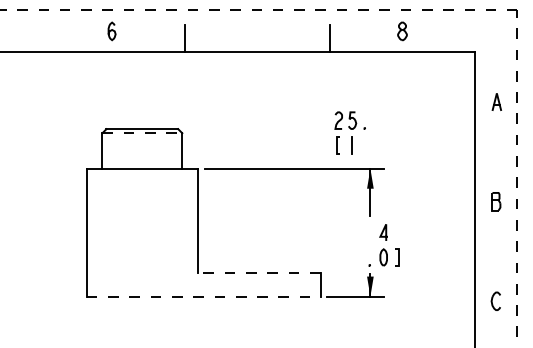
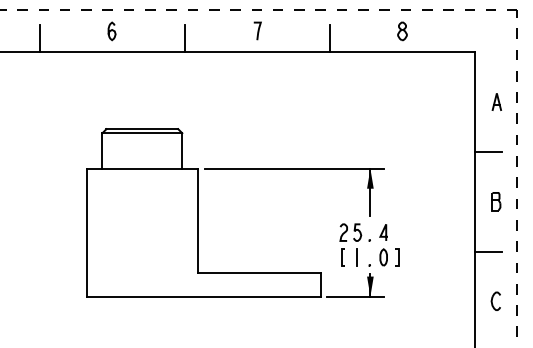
curve at (257, 30): none -> present
line at (39, 38): none -> present
part at (349, 132) position: (349, 132) -> (354, 244)
line at (142, 133): dashed -> solid
line at (488, 151): none -> present
line at (488, 251): none -> present
line at (258, 272): dashed -> solid
line at (203, 296): dashed -> solid
